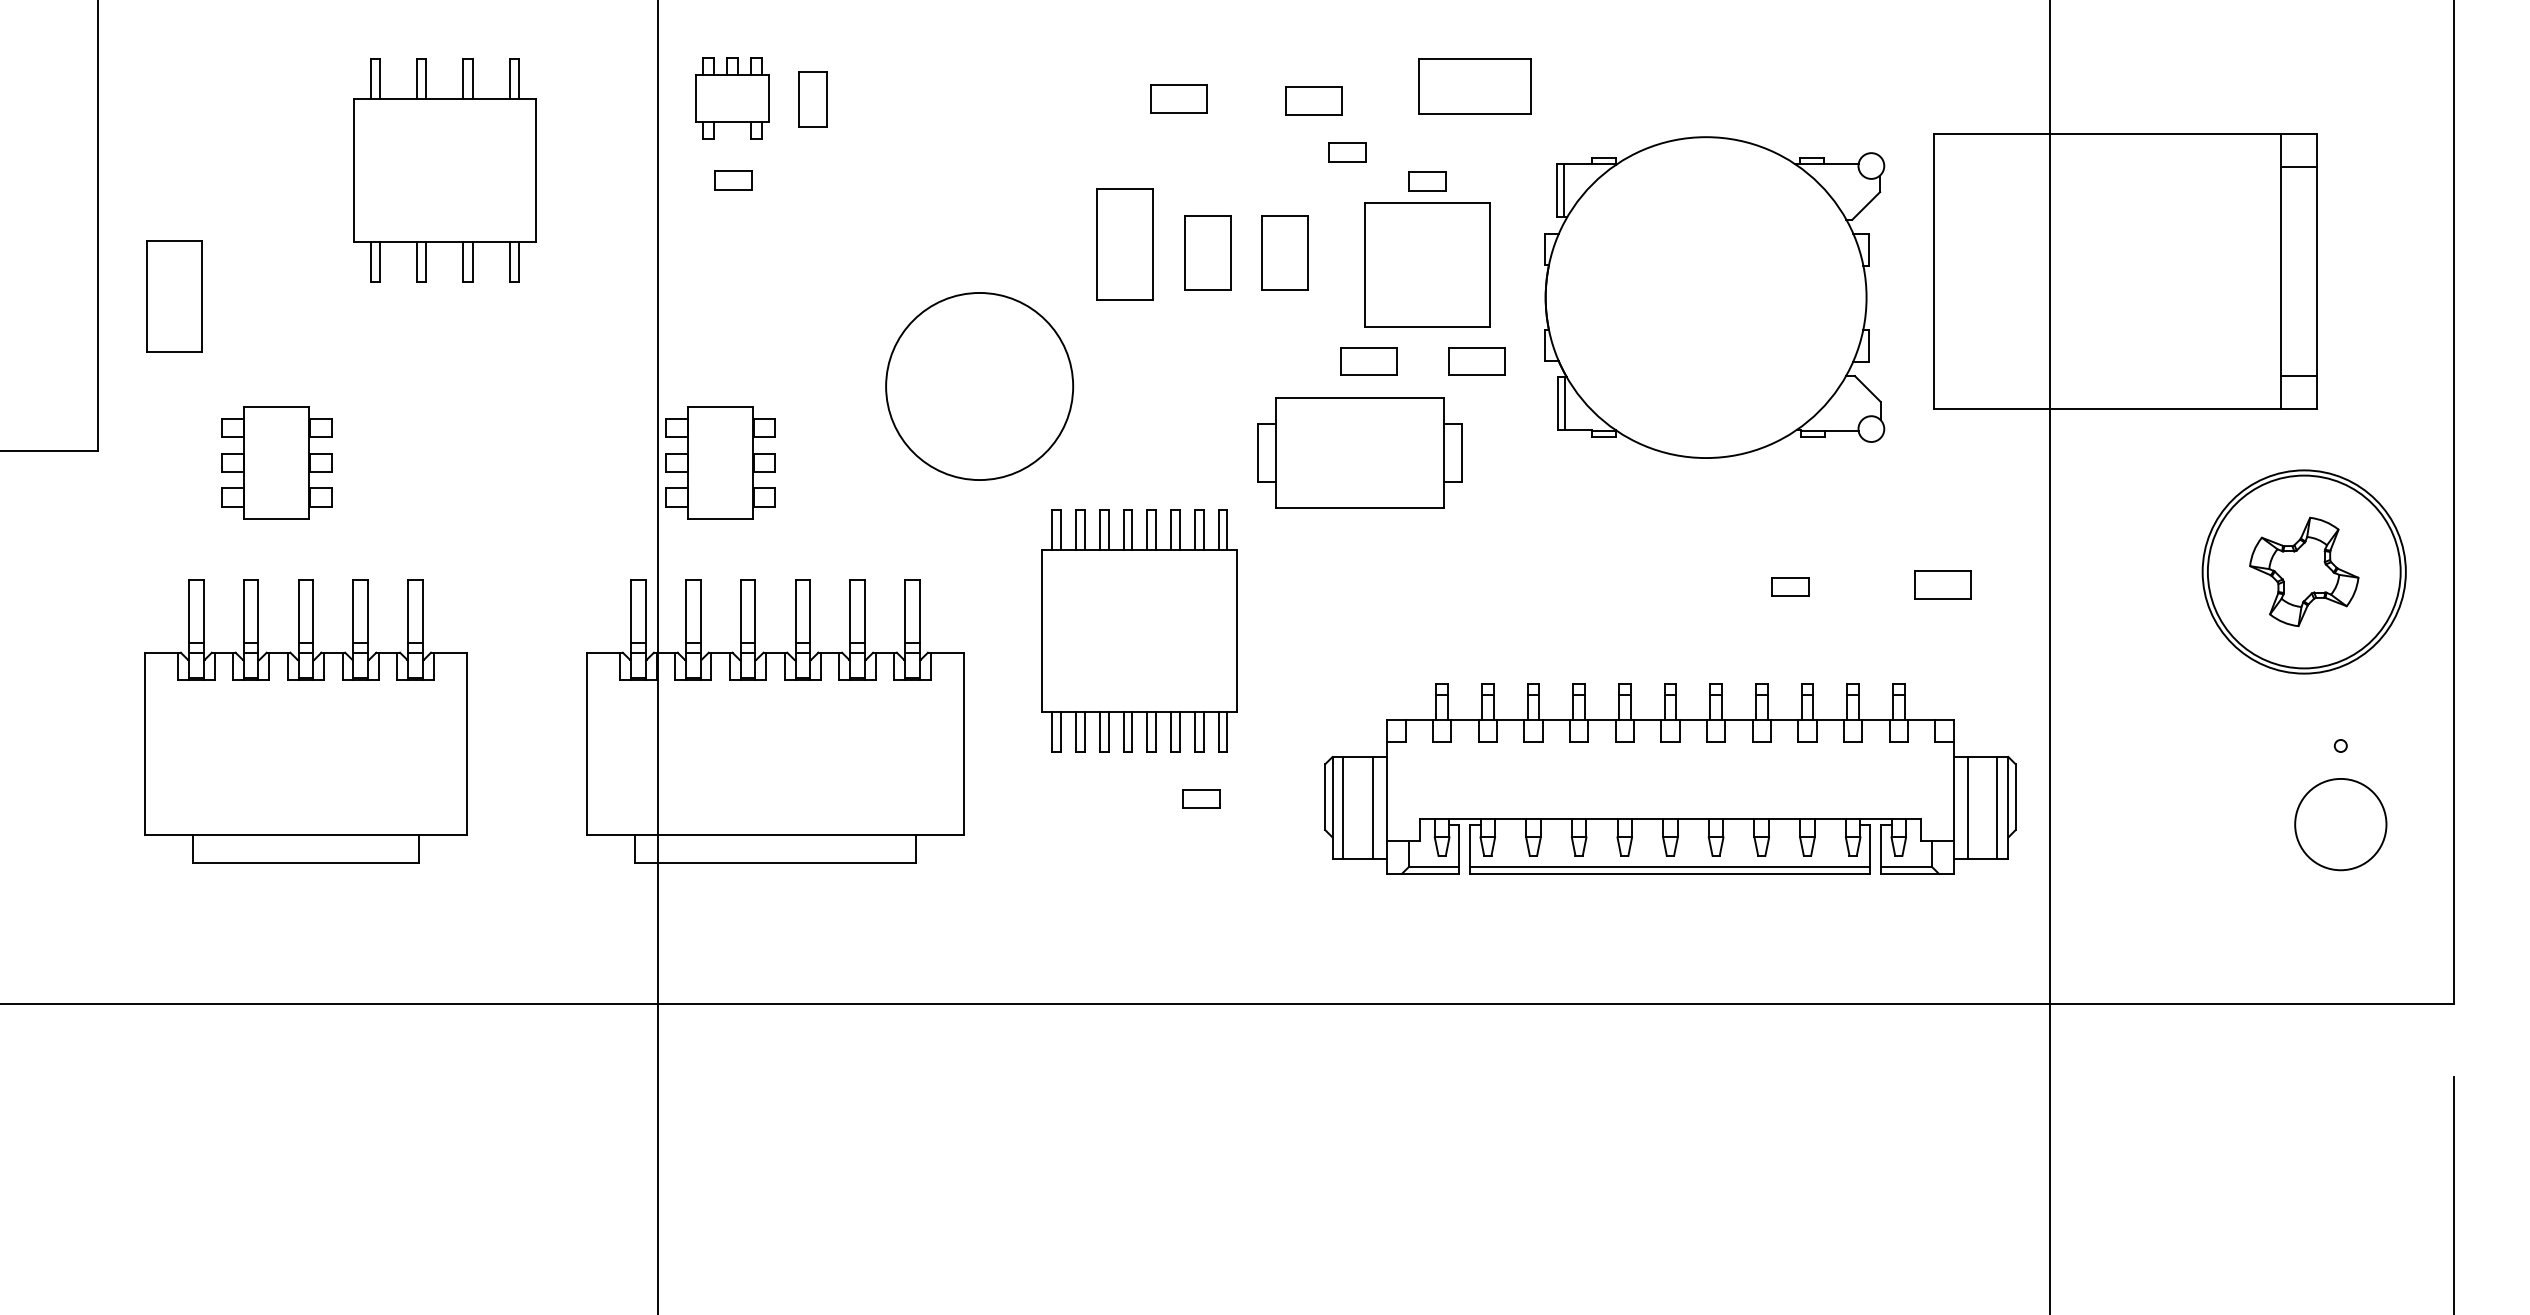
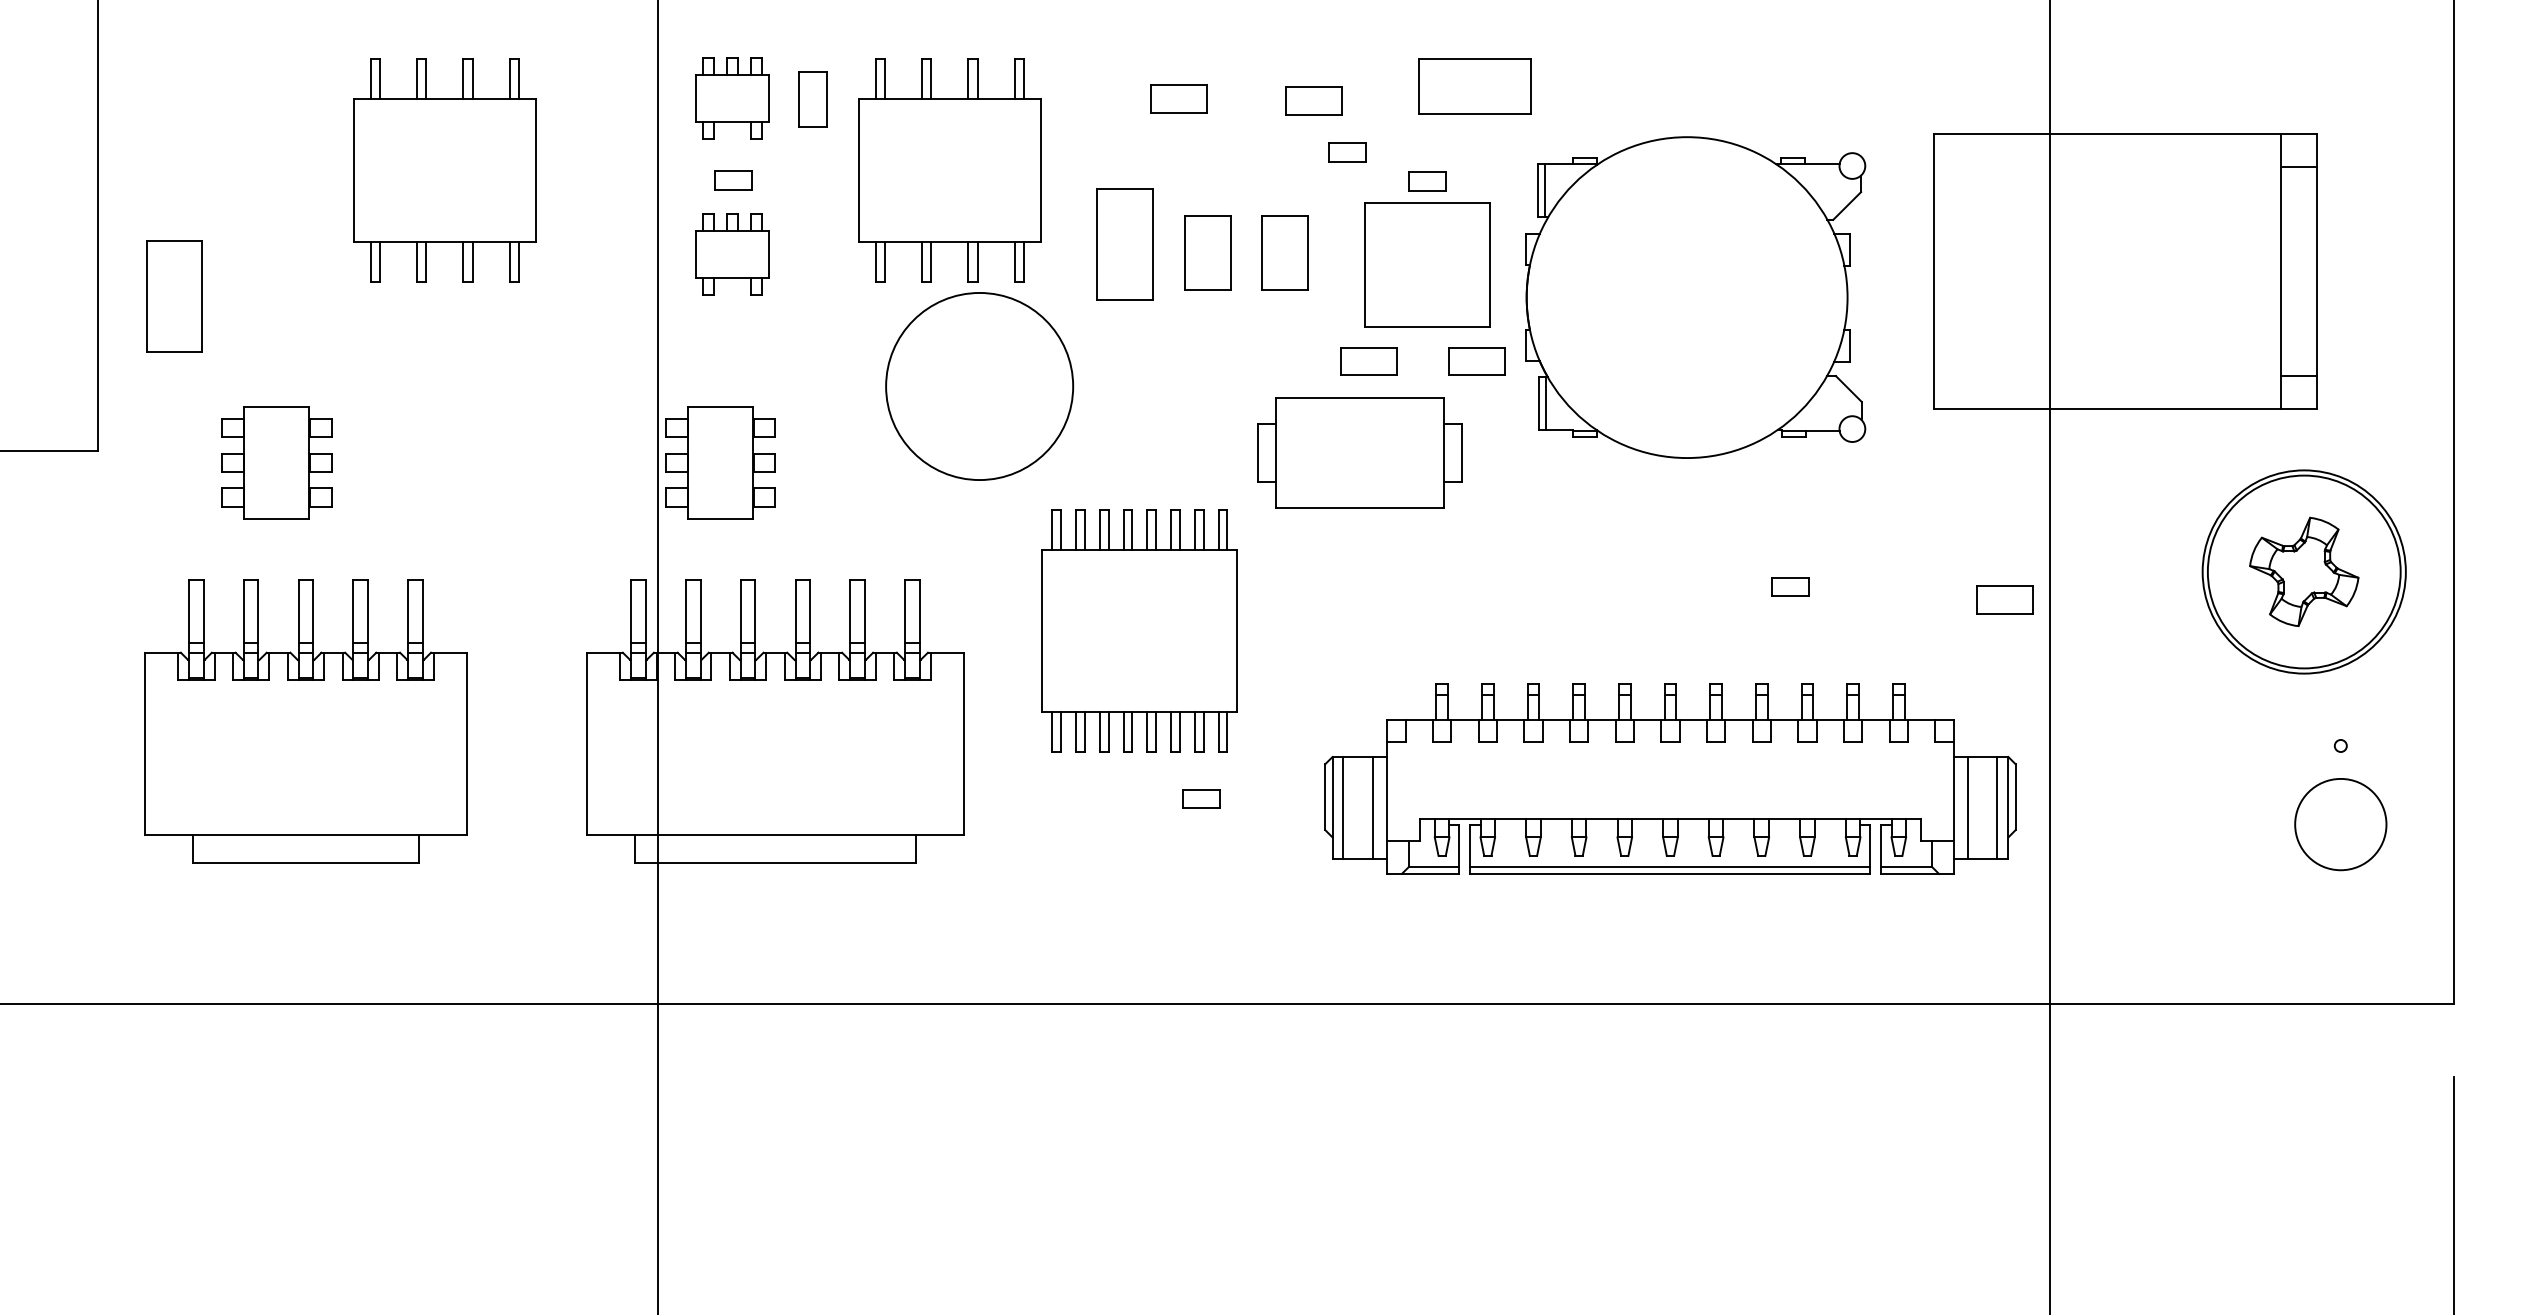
part at (949, 170): none -> present
part at (732, 254): none -> present
part at (1714, 297) position: (1714, 297) -> (1695, 297)
part at (1942, 584) position: (1942, 584) -> (2004, 599)
